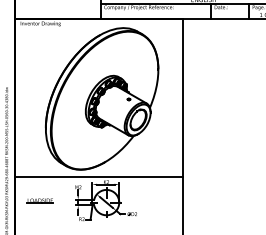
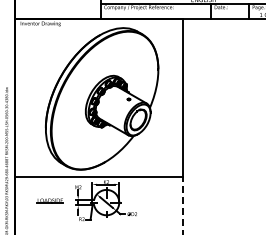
part at (39, 200) position: (39, 200) -> (49, 200)
line at (182, 205): solid -> dashed
